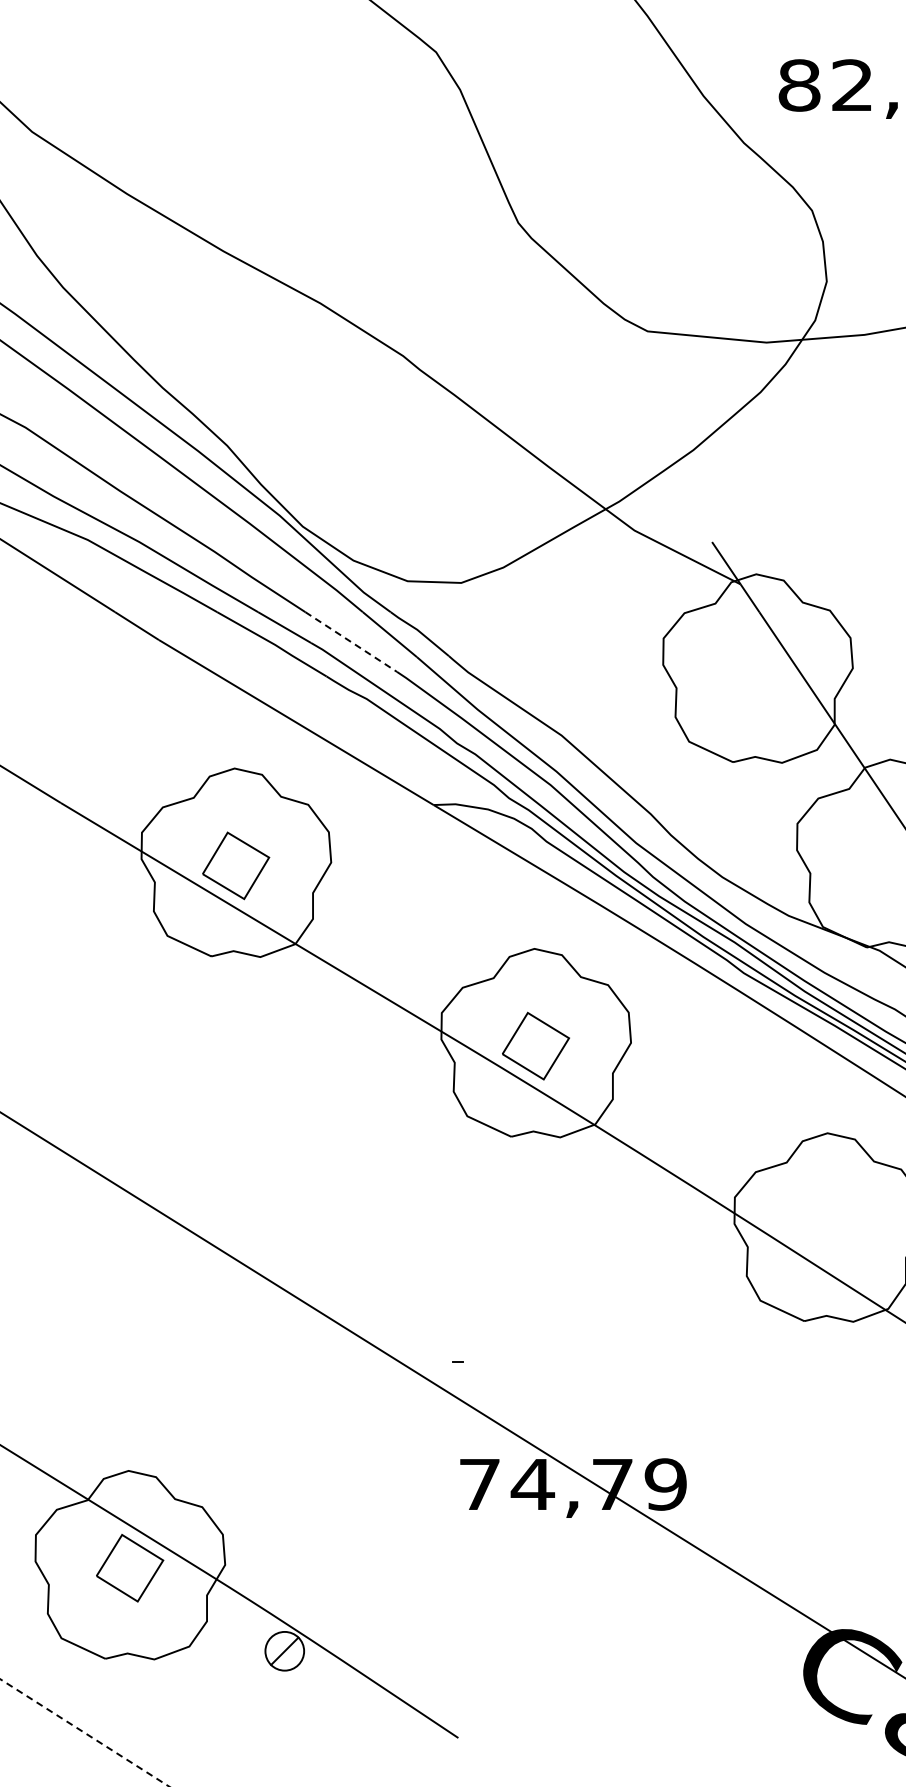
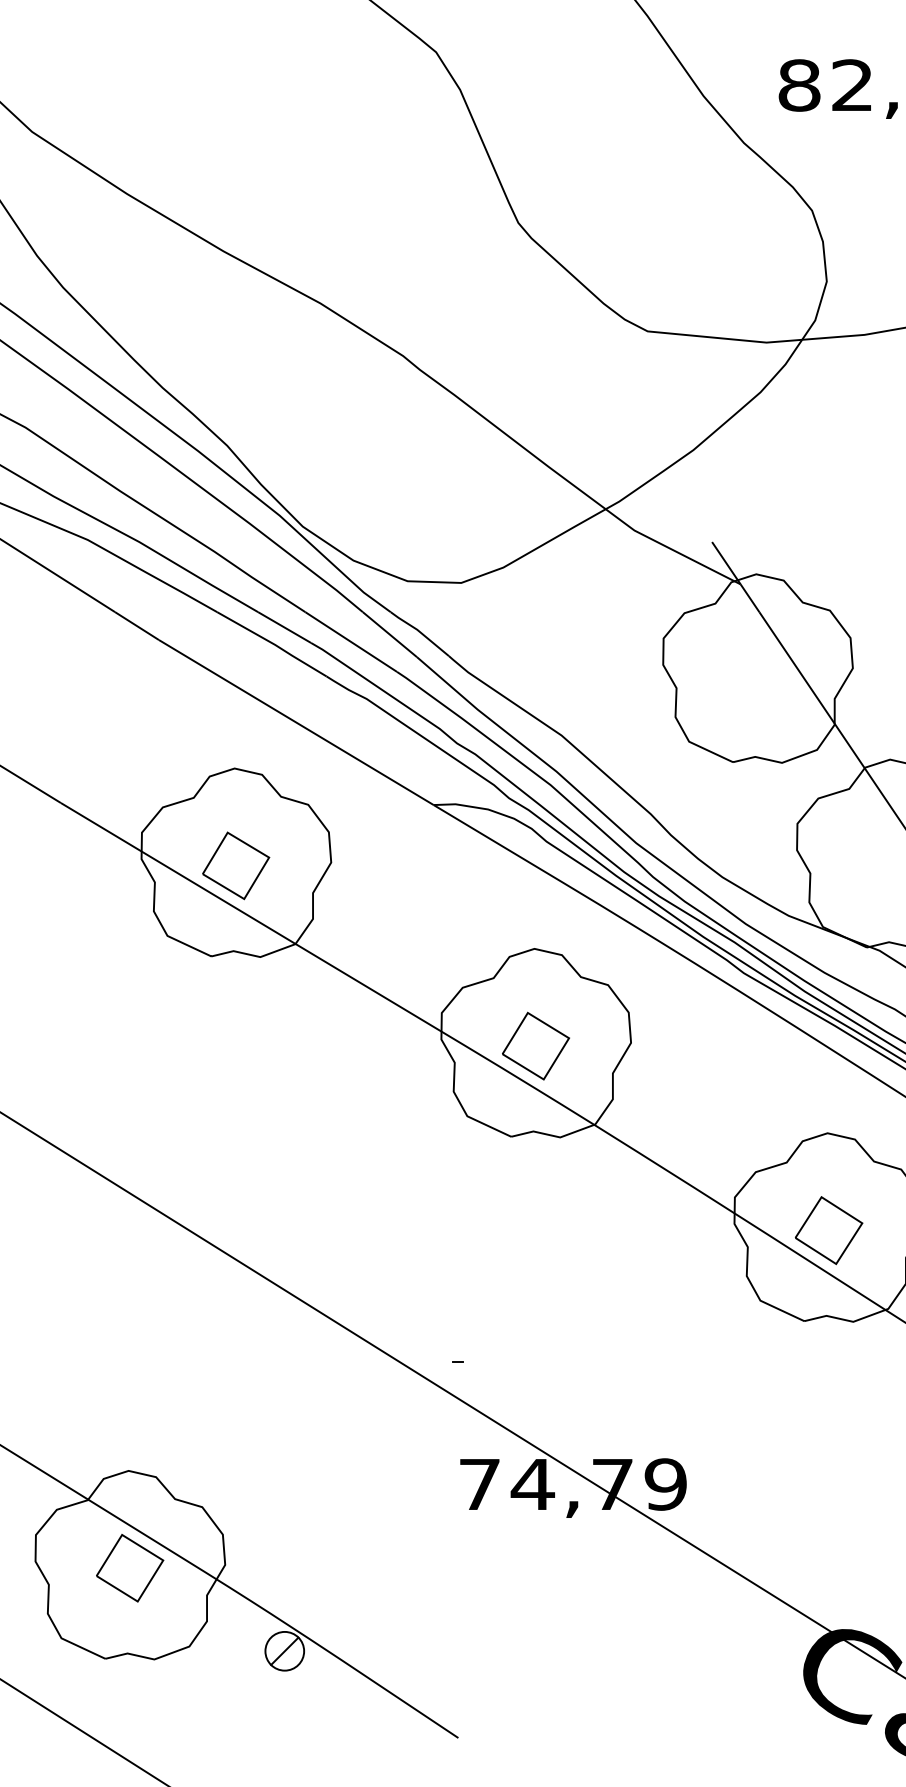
line at (351, 642): dashed -> solid
part at (829, 1230): none -> present
line at (84, 1732): dashed -> solid
